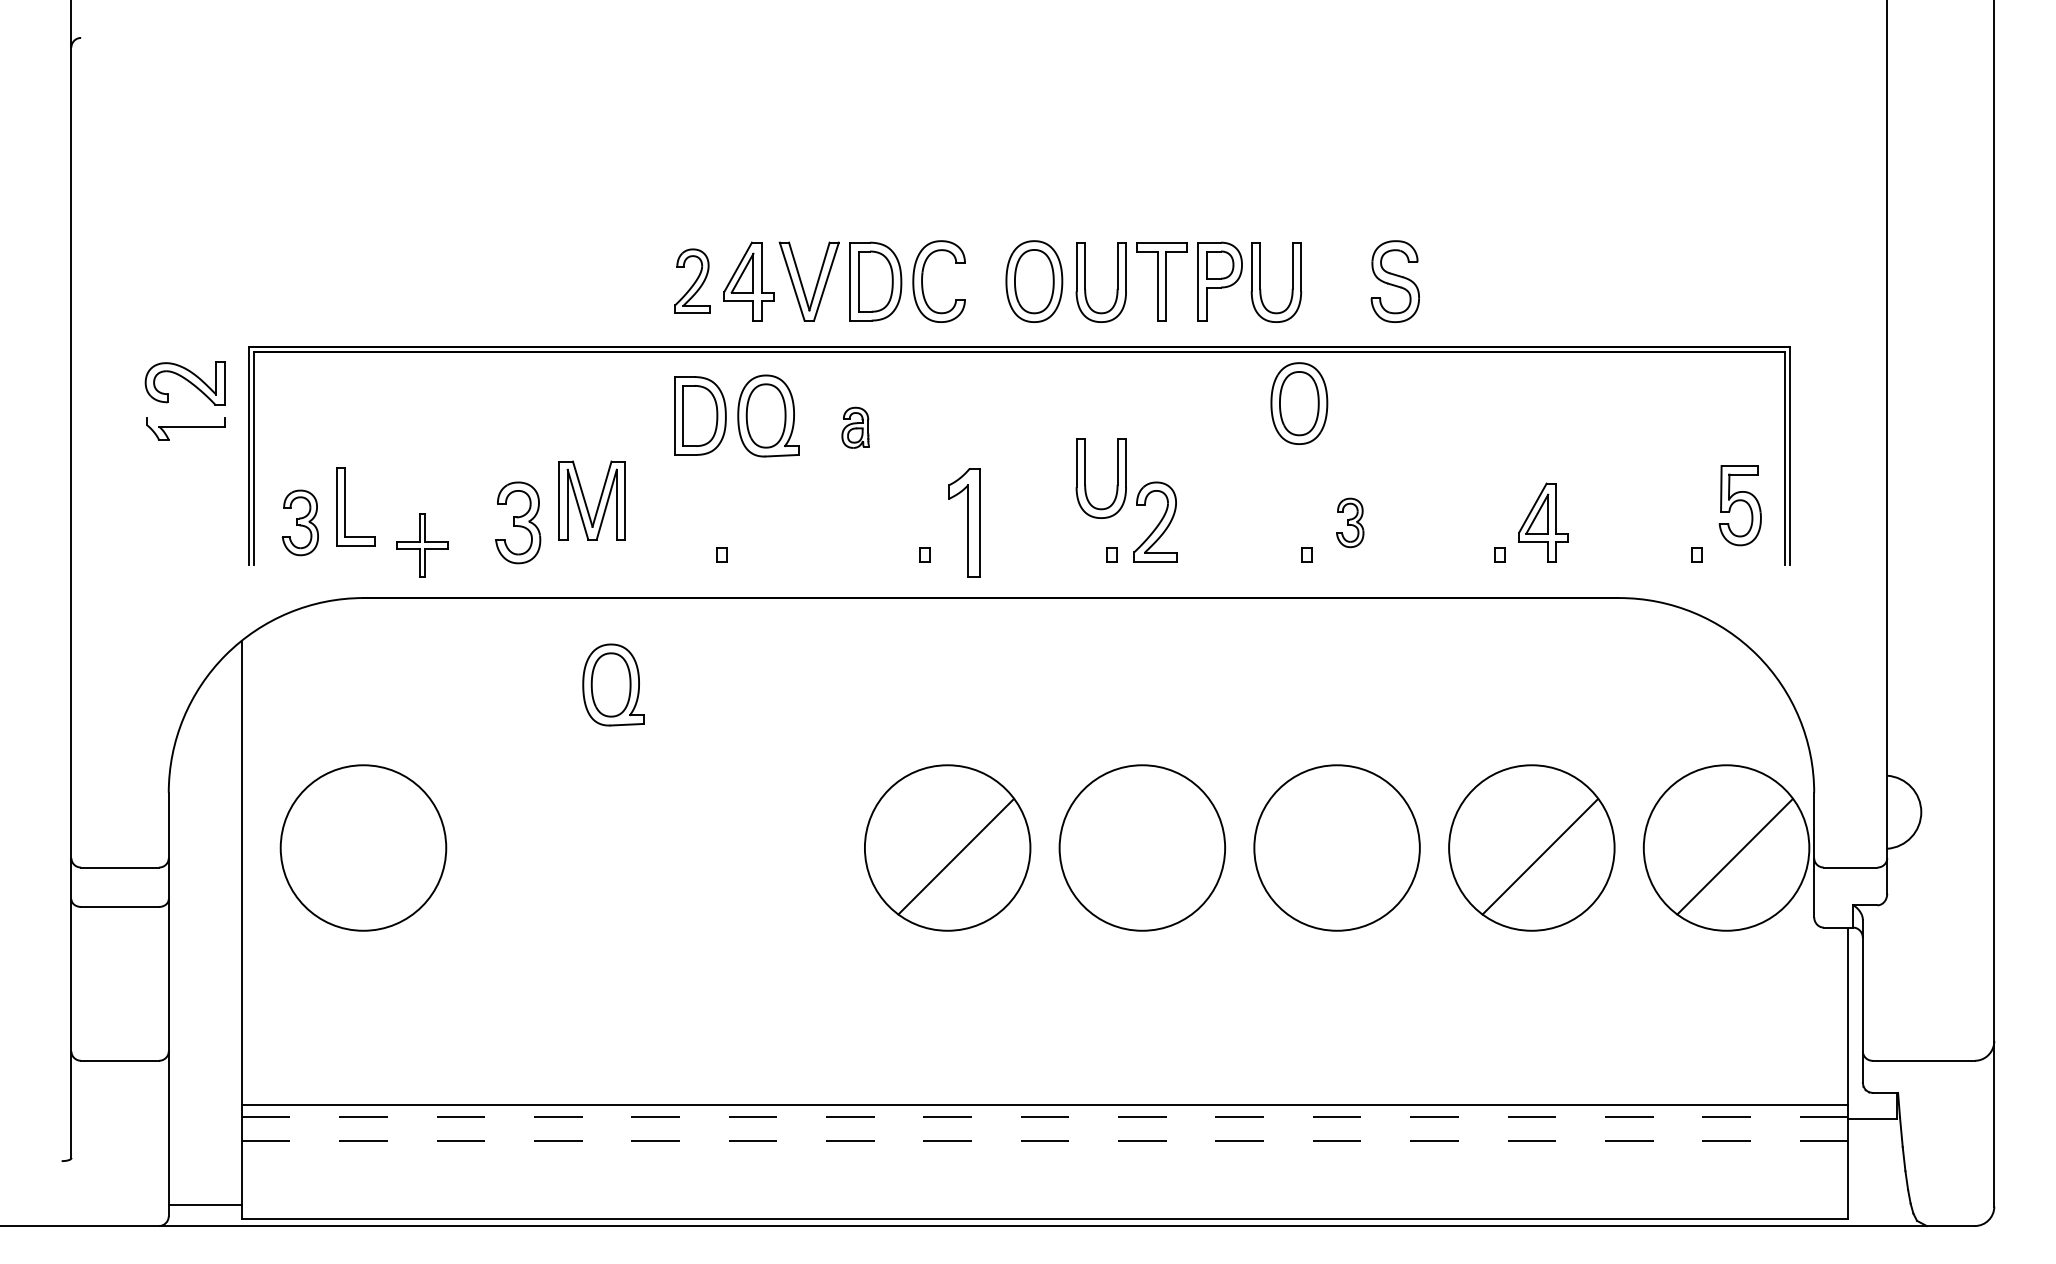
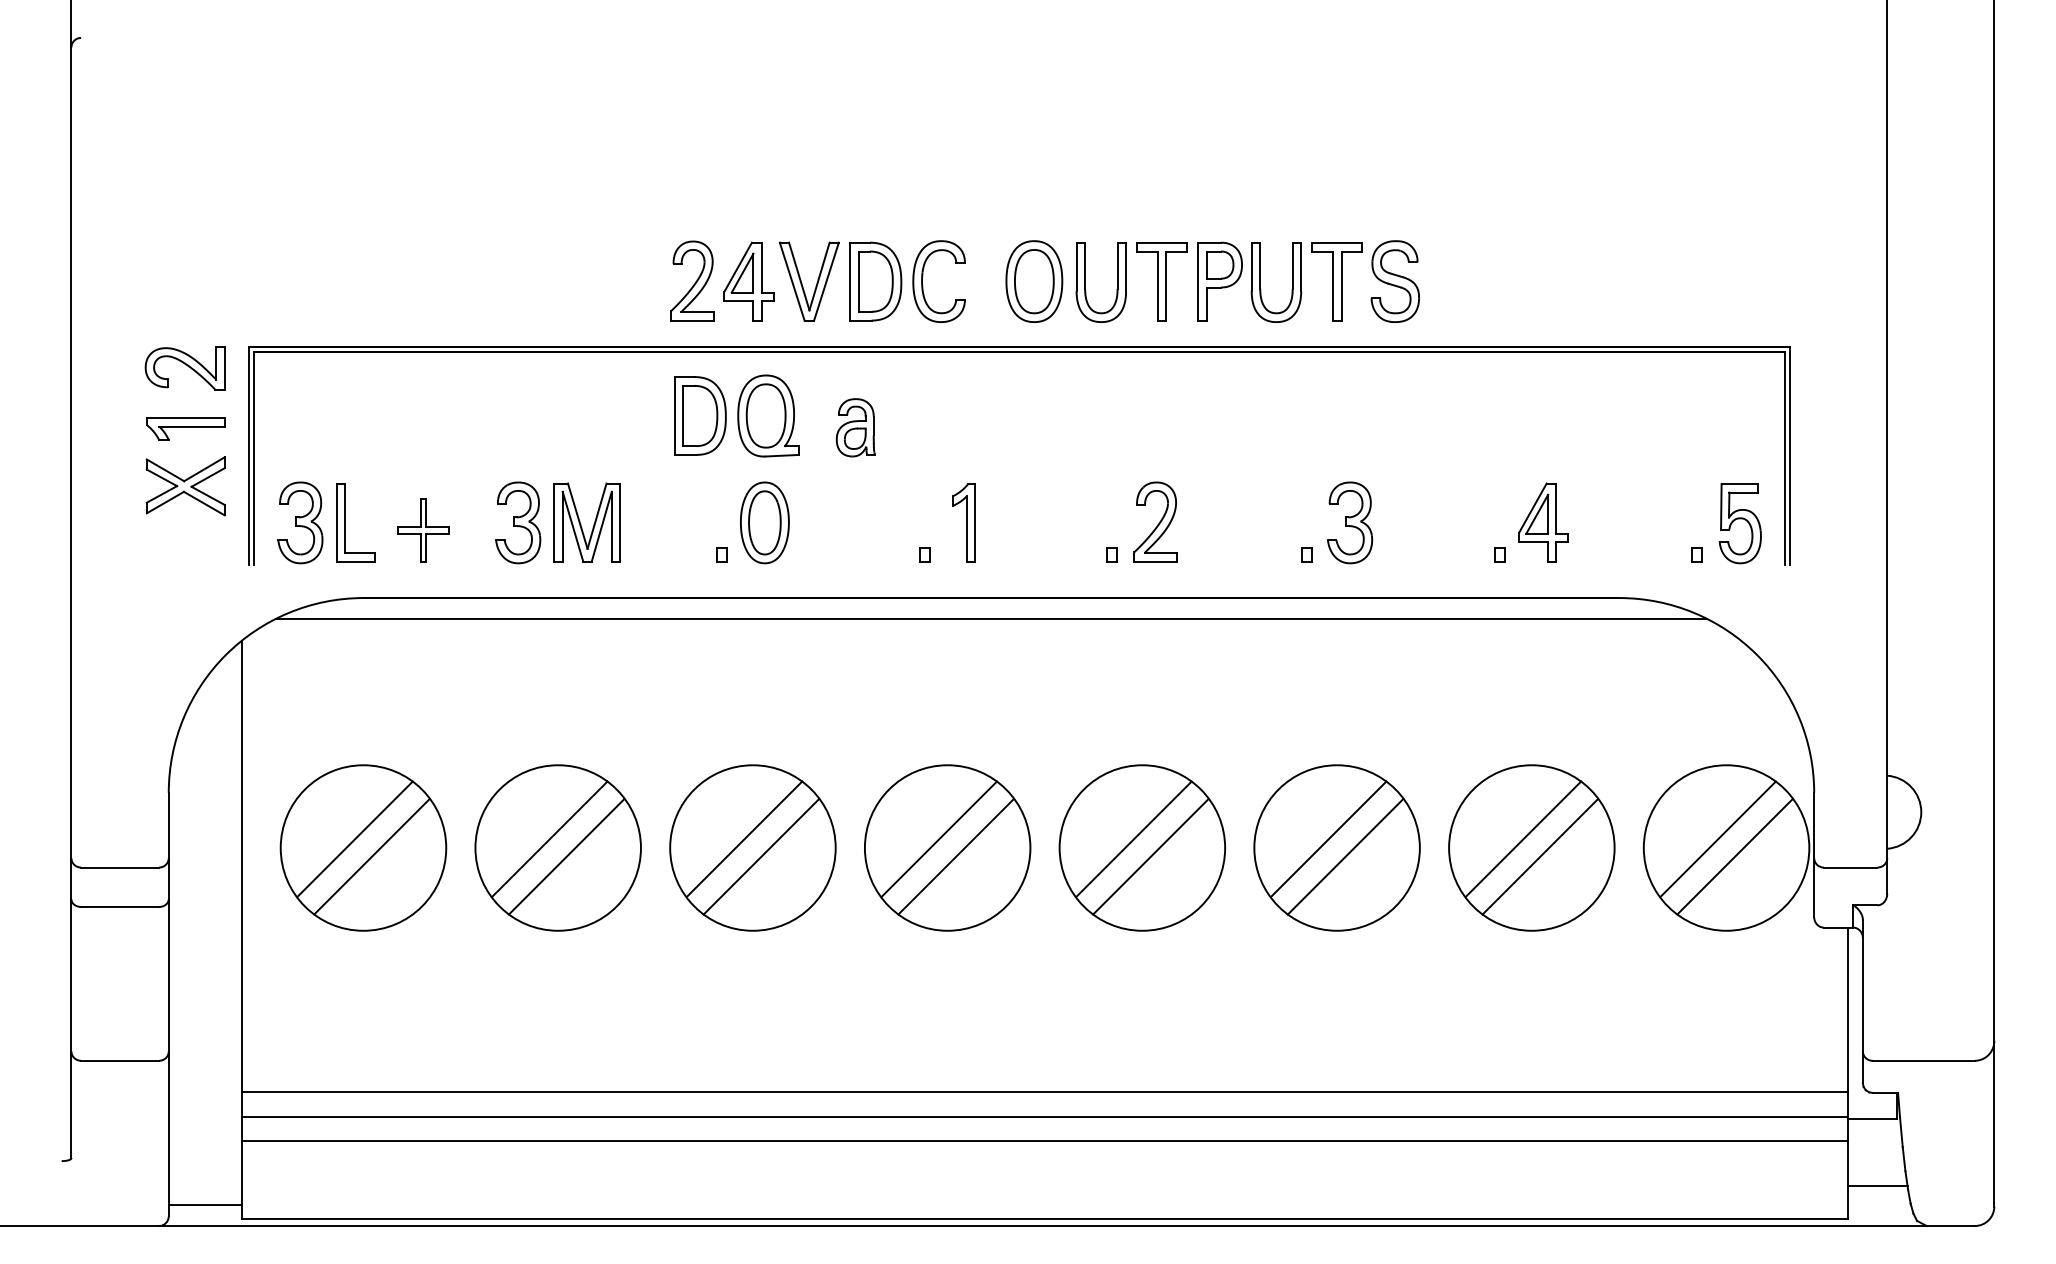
part at (692, 280) size: 37x66 px -> 45x82 px
part at (1336, 281): none -> present
part at (184, 383) position: (184, 383) -> (184, 368)
part at (1299, 403): present -> none
line at (185, 418): none -> present
part at (855, 427) size: 29x43 px -> 41x60 px
part at (1085, 478): present -> none
part at (185, 486): none -> present
part at (591, 500) position: (591, 500) -> (586, 522)
part at (1739, 505) position: (1739, 505) -> (1739, 523)
part at (345, 506) position: (345, 506) -> (345, 522)
part at (299, 522) size: 38x68 px -> 47x84 px
part at (764, 522): none -> present
part at (964, 522) size: 33x110 px -> 24x80 px
part at (1350, 522) size: 29x52 px -> 47x84 px
part at (422, 545) position: (422, 545) -> (423, 530)
line at (991, 619): none -> present
part at (613, 684): present -> none
line at (354, 838): none -> present
line at (938, 838): none -> present
line at (1133, 838): none -> present
line at (1328, 838): none -> present
line at (1523, 838): none -> present
line at (1717, 838): none -> present
part at (557, 847): none -> present
part at (752, 847): none -> present
line at (371, 856): none -> present
line at (1150, 856): none -> present
line at (1345, 856): none -> present
line at (1044, 1105) position: (1044, 1105) -> (1044, 1092)
line at (1044, 1116): dashed -> solid
line at (1044, 1141): dashed -> solid
line at (1877, 1186): none -> present
